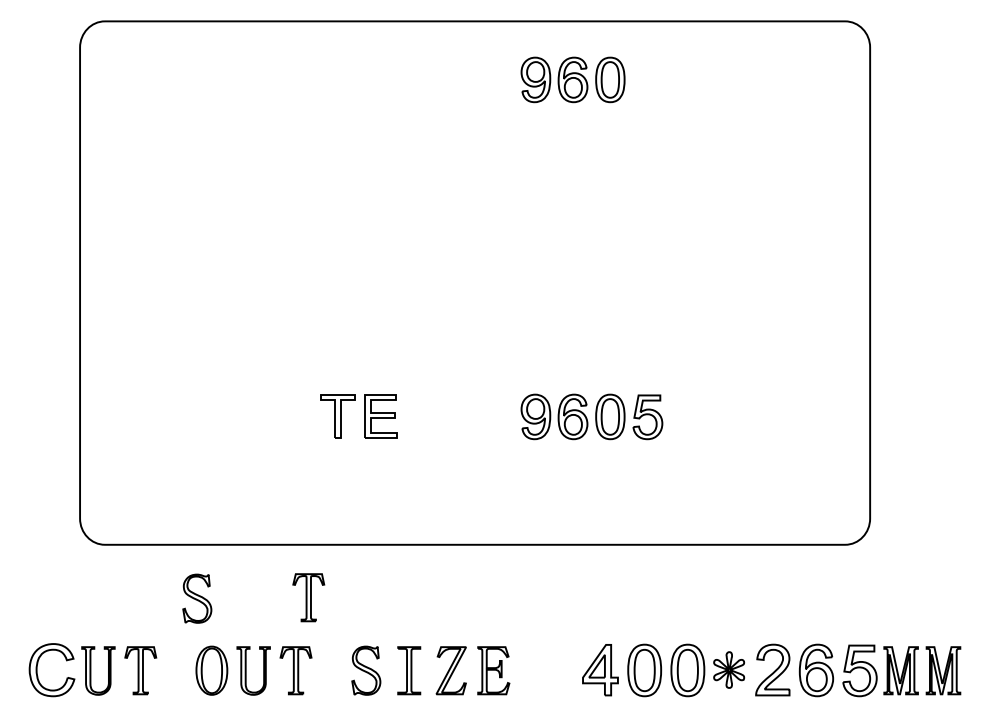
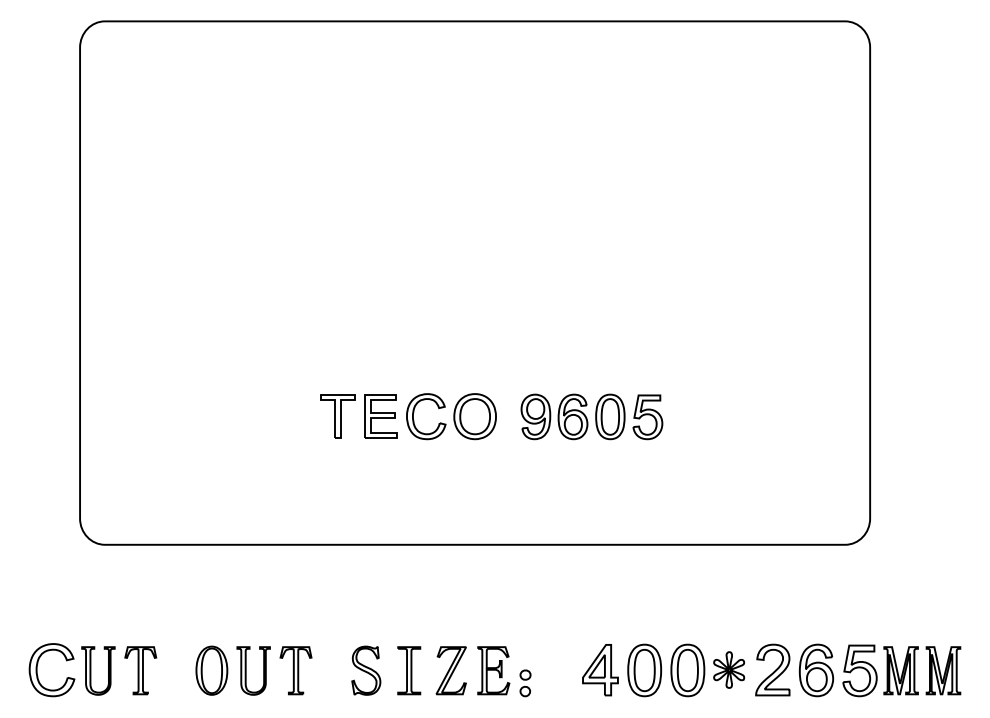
part at (572, 79): present -> none
part at (451, 416): none -> present
part at (308, 597): present -> none
part at (197, 598): present -> none
part at (525, 683): none -> present
